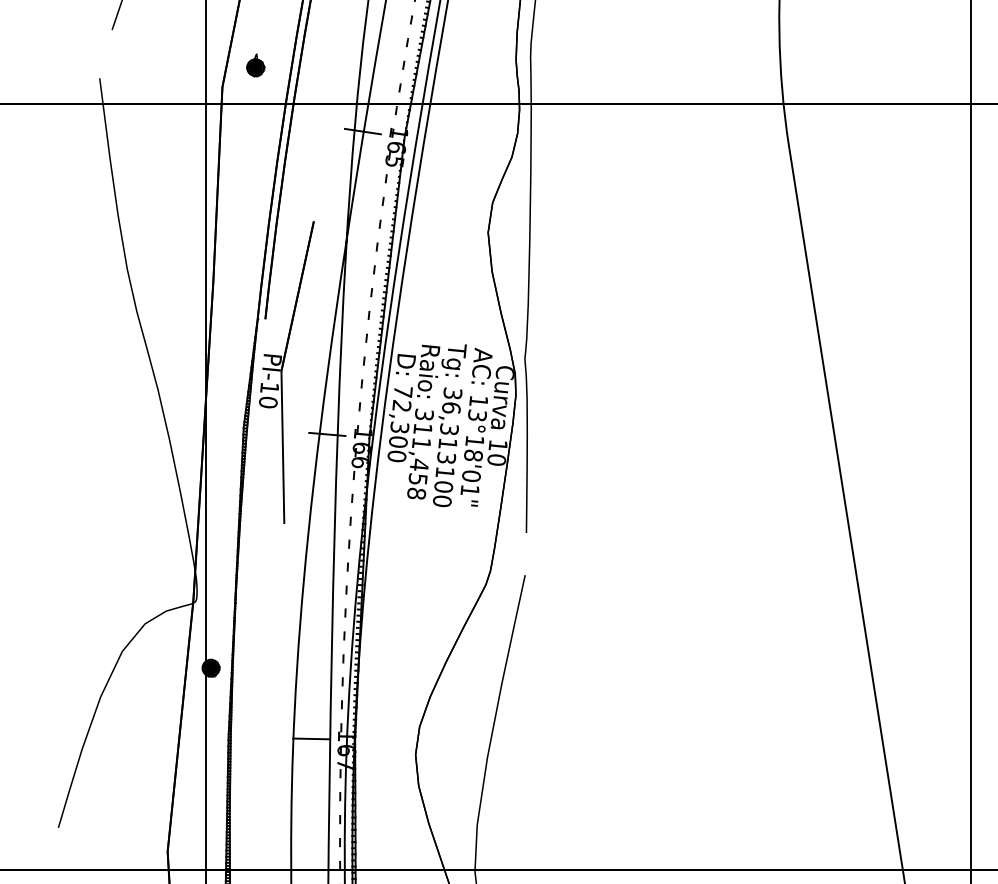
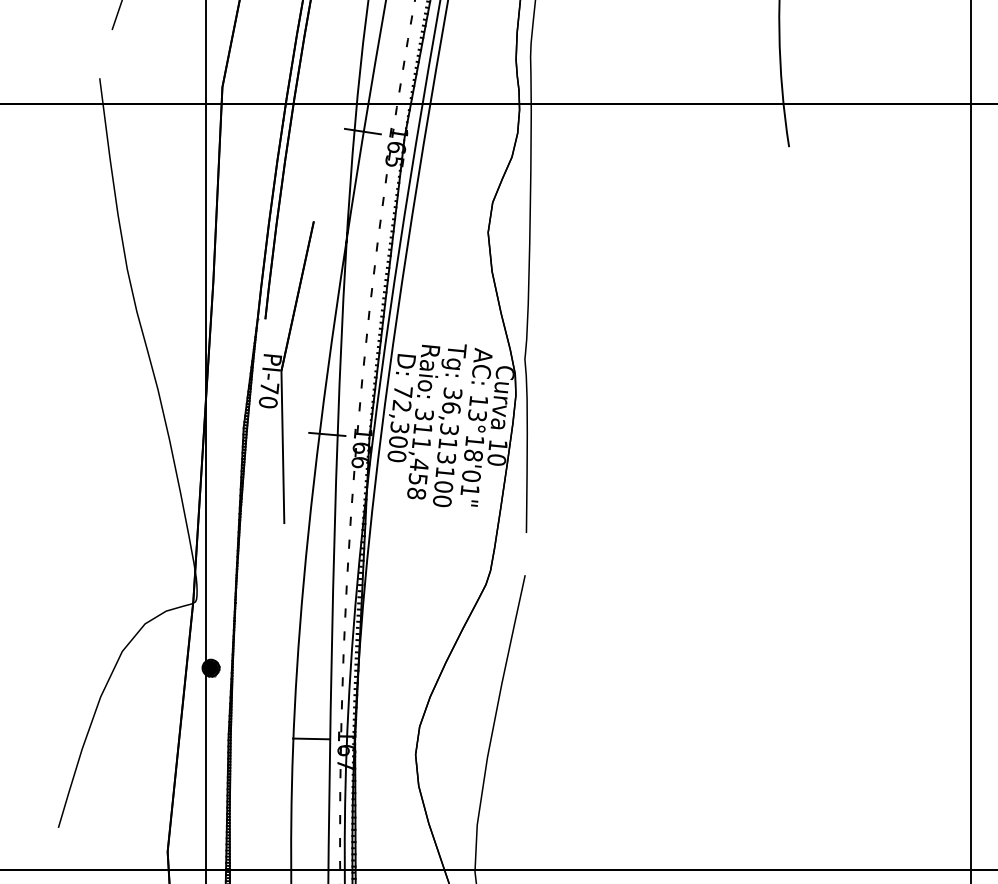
part at (255, 65): present -> none
text at (269, 388): PI-10 -> PI-70
line at (846, 513): present -> none
